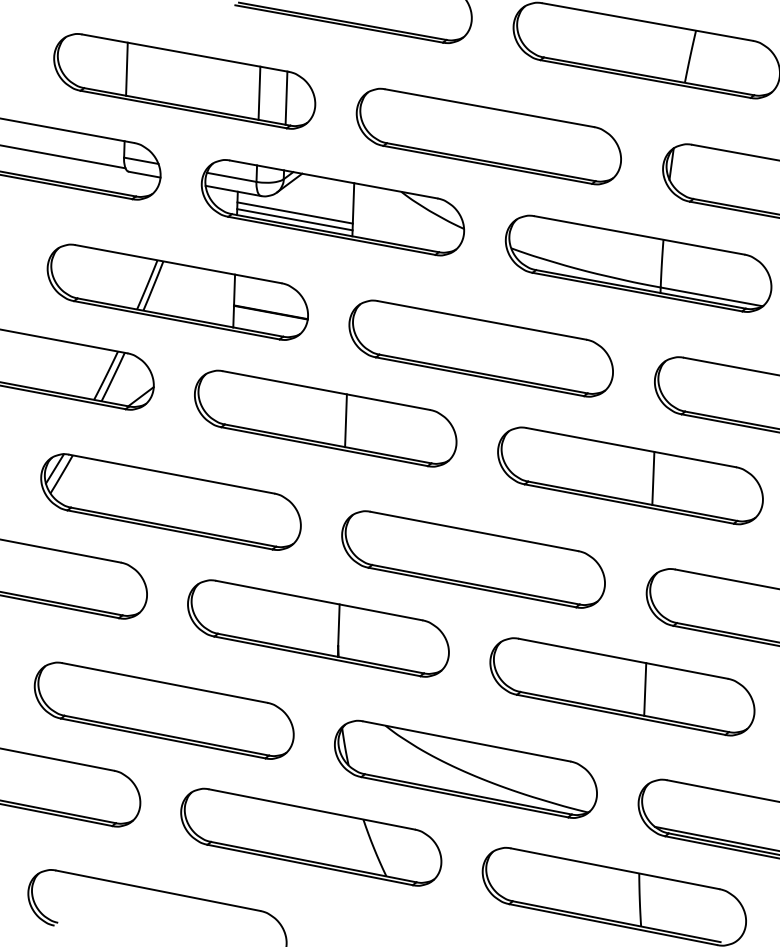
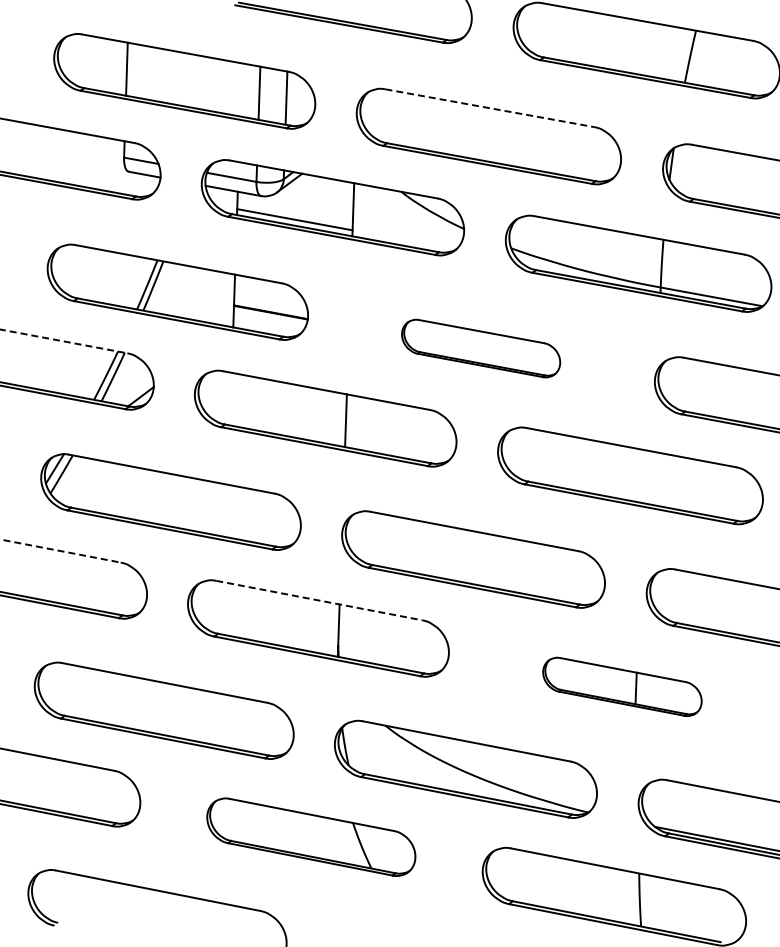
line at (490, 108): solid -> dashed
line at (63, 156): present -> none
line at (294, 212): present -> none
line at (64, 341): solid -> dashed
part at (480, 348) size: 266x99 px -> 161x61 px
line at (653, 477): present -> none
line at (60, 551): solid -> dashed
line at (319, 600): solid -> dashed
part at (622, 686) size: 267x100 px -> 161x61 px
part at (311, 836) size: 263x100 px -> 211x80 px
